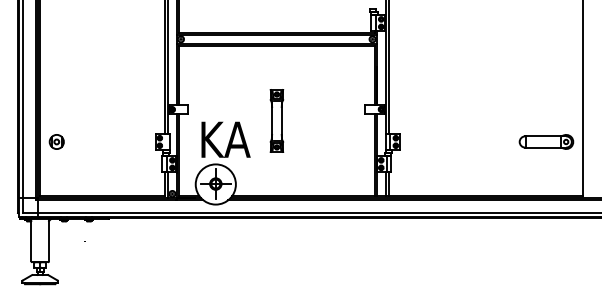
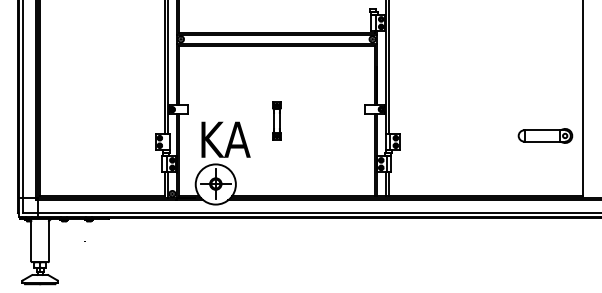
part at (276, 120) size: 16x64 px -> 10x40 px
part at (56, 141): present -> none
part at (546, 141) position: (546, 141) -> (545, 135)
